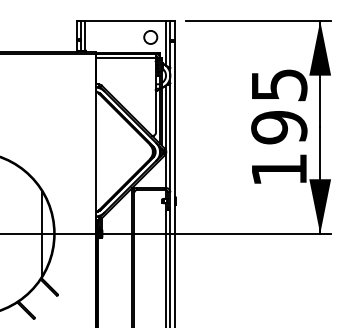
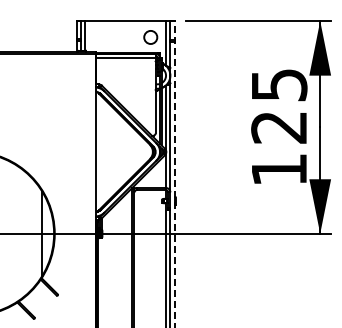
text at (279, 127): 195 -> 125
line at (174, 174): solid -> dashed
